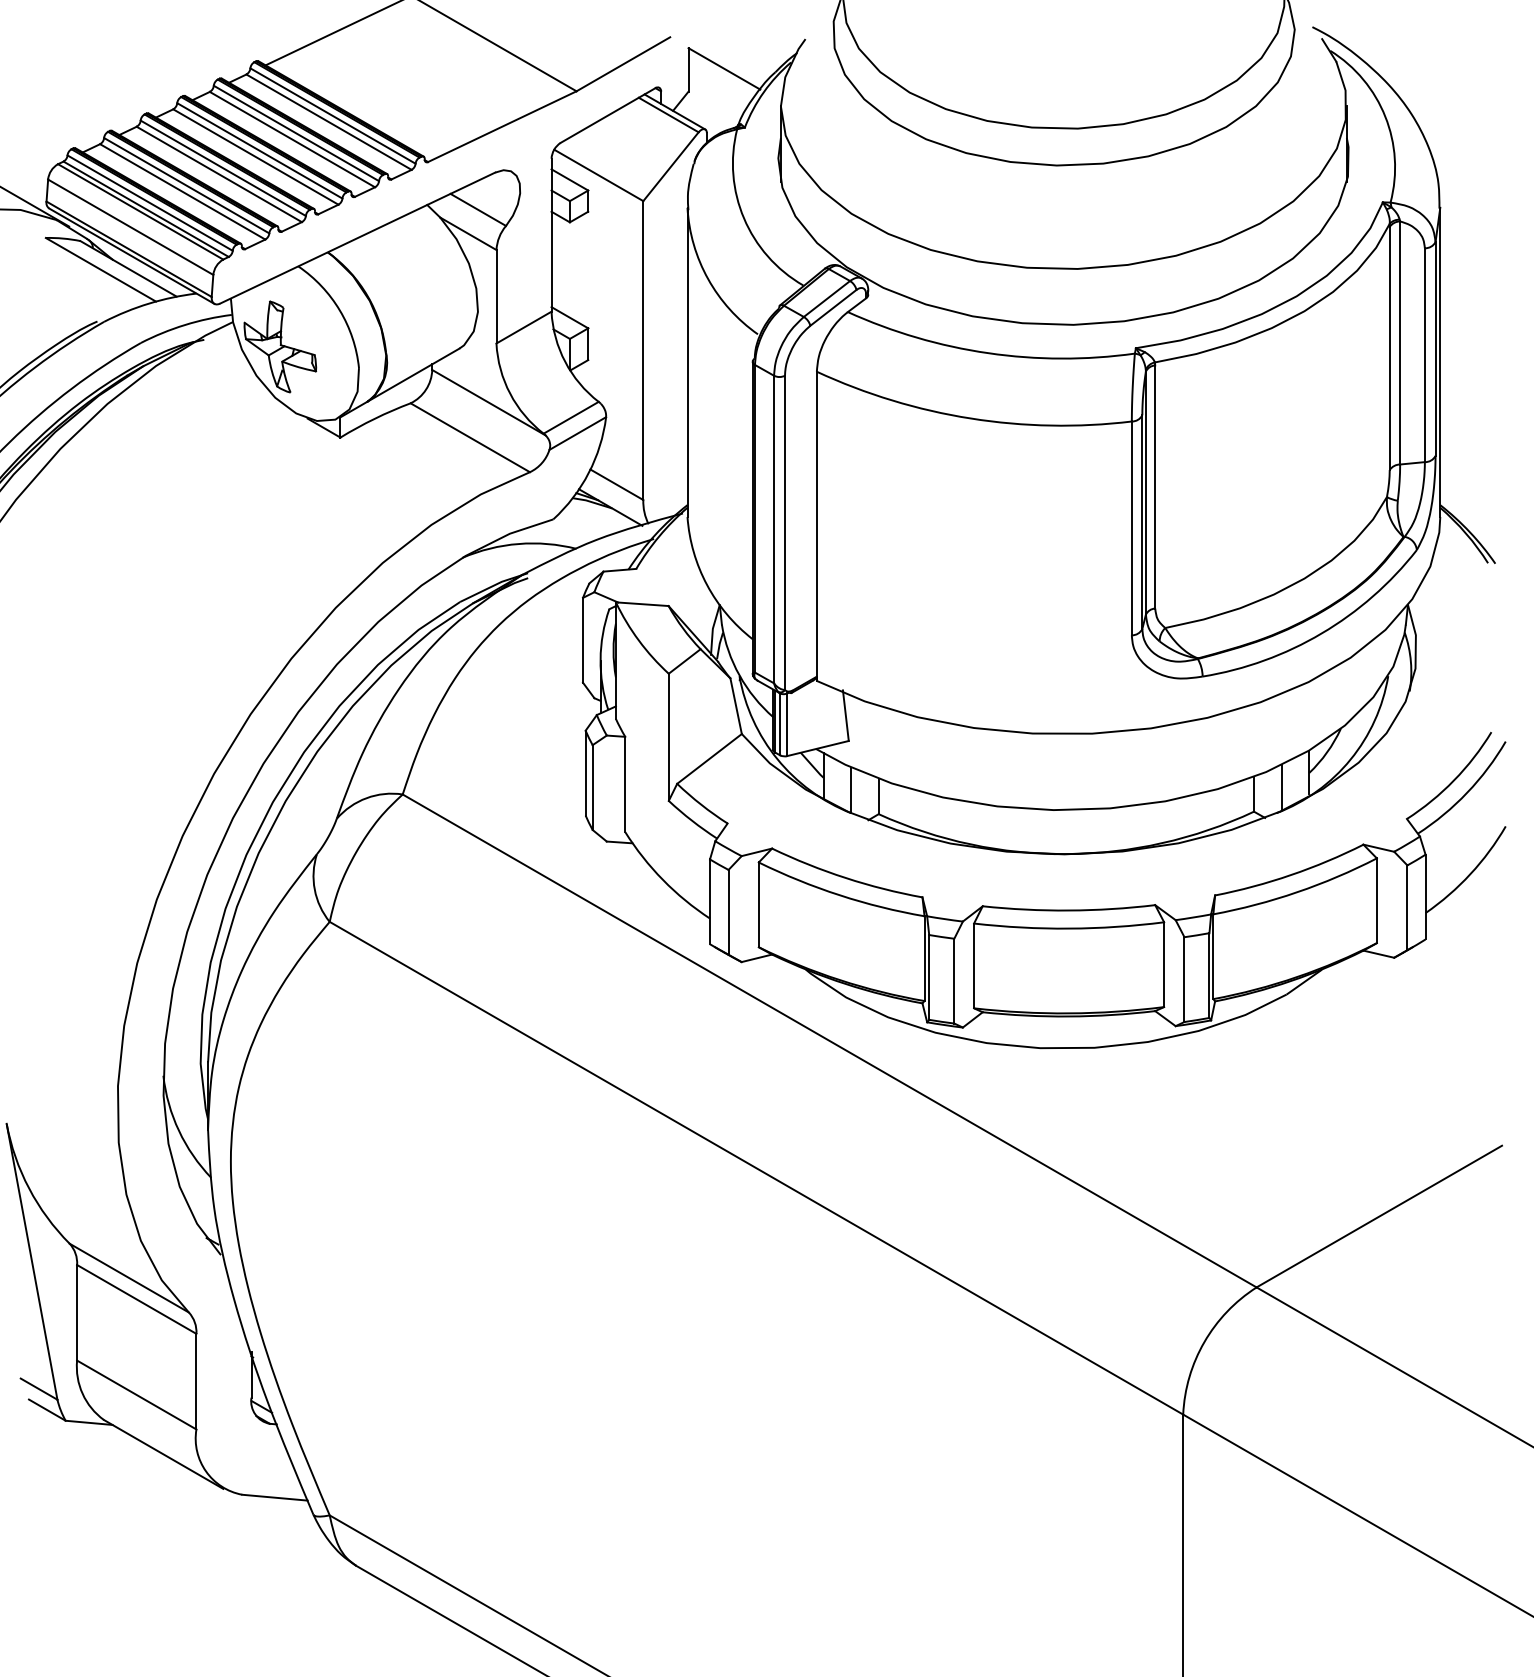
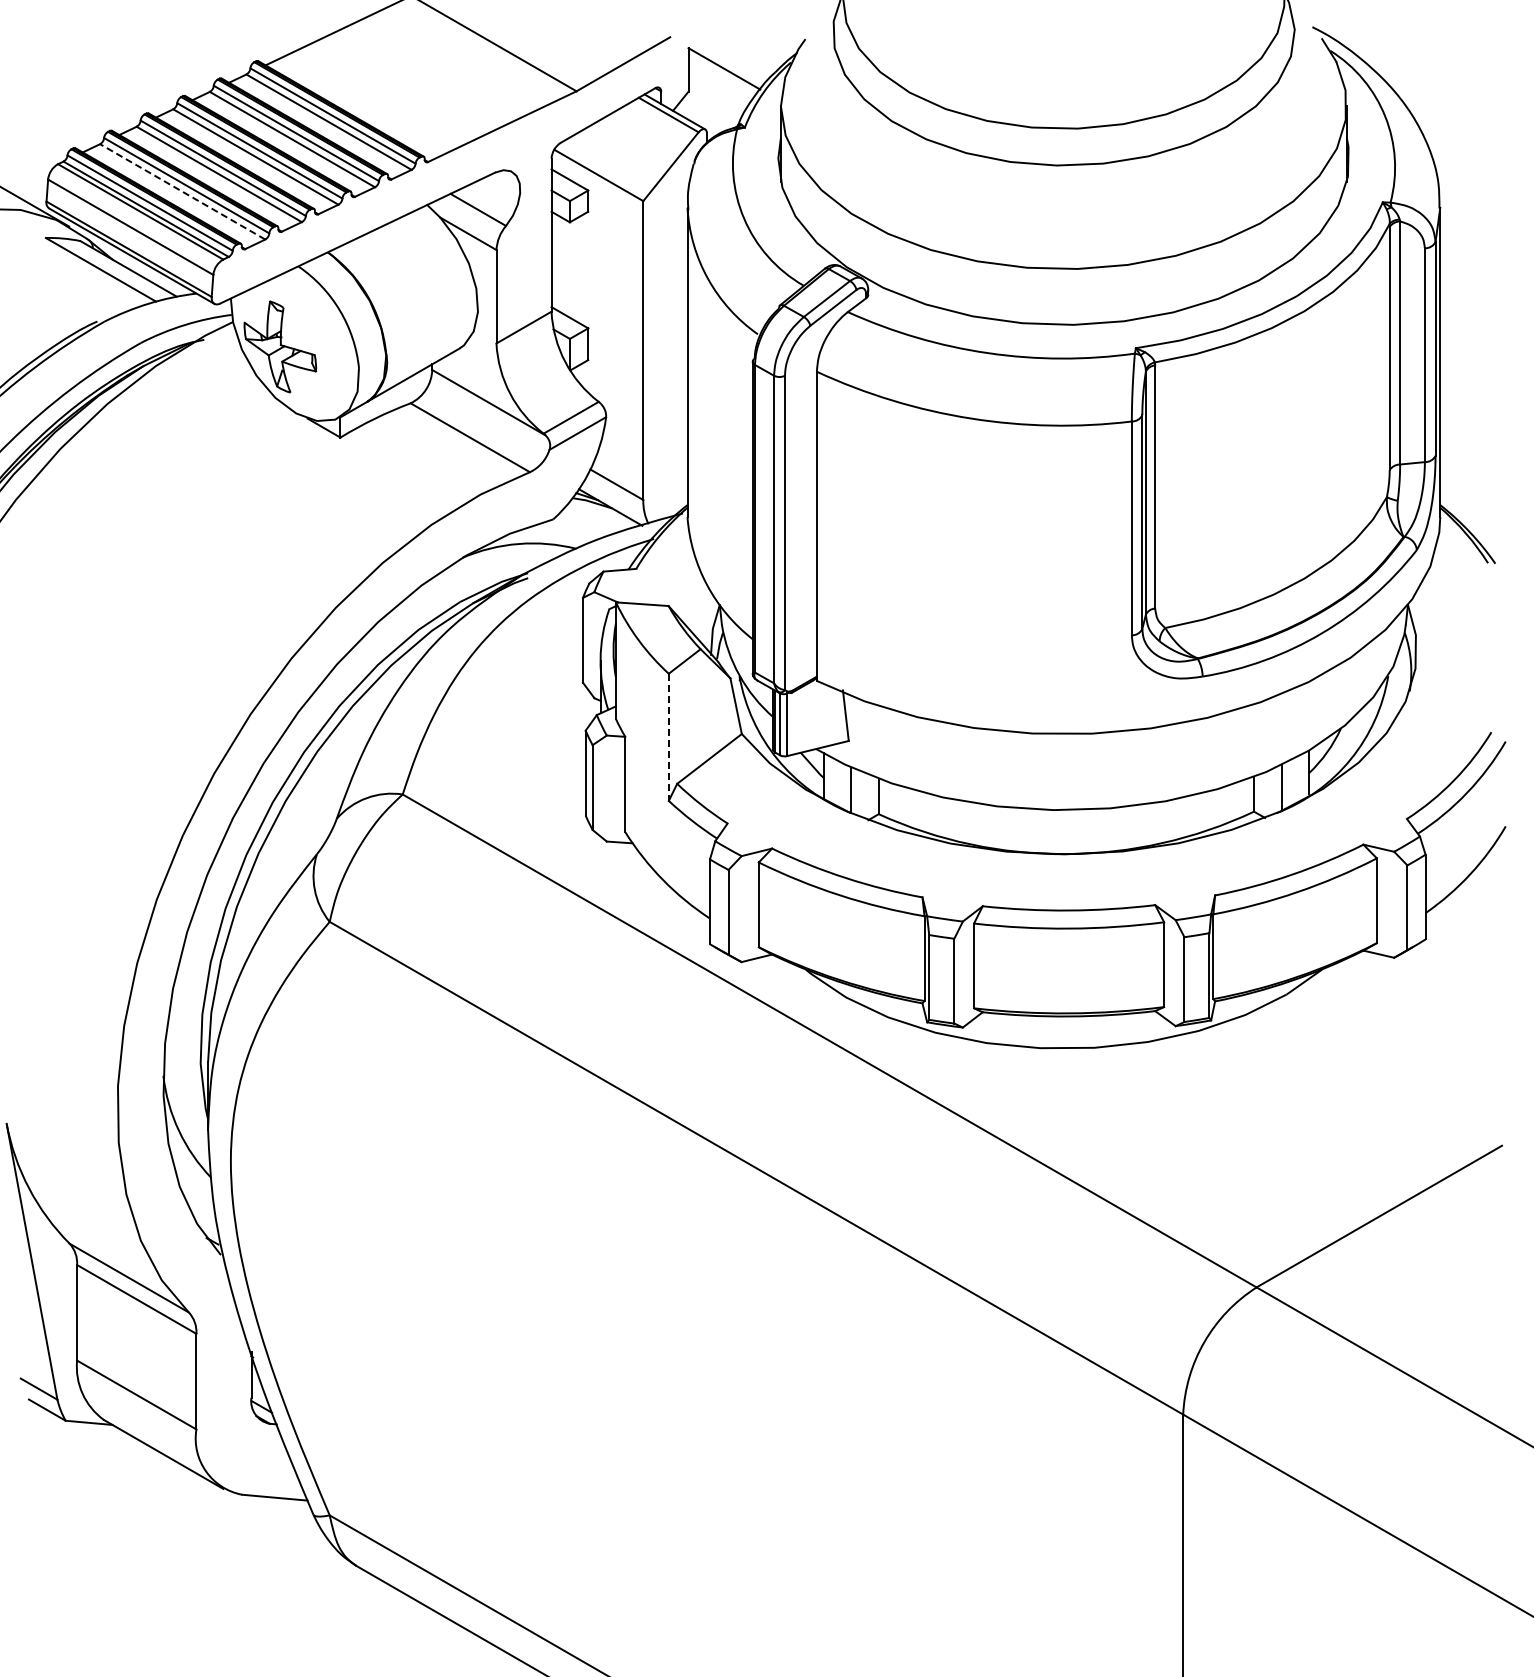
line at (182, 191): solid -> dashed
line at (668, 737): solid -> dashed
